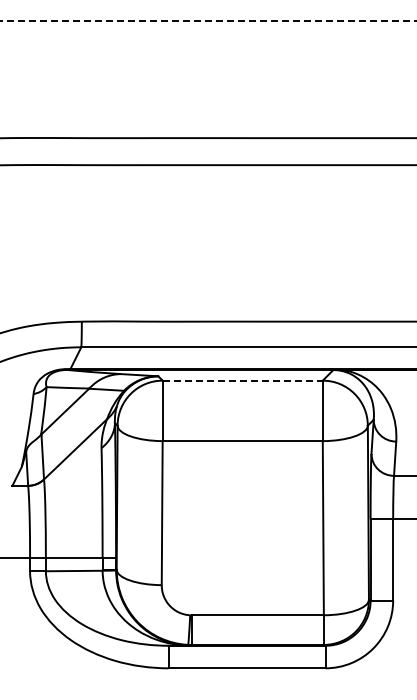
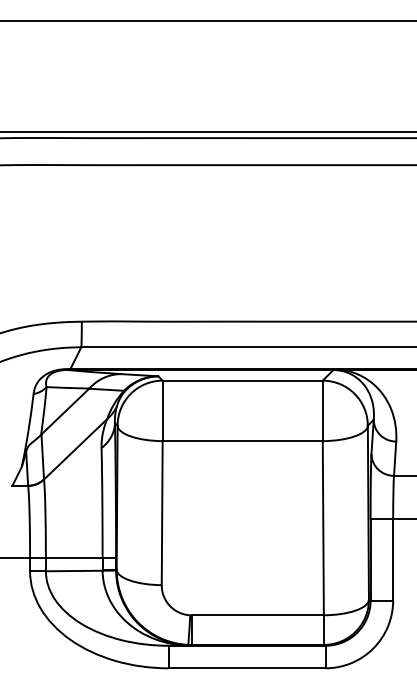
line at (208, 20): dashed -> solid
line at (207, 131): none -> present
line at (243, 380): dashed -> solid
